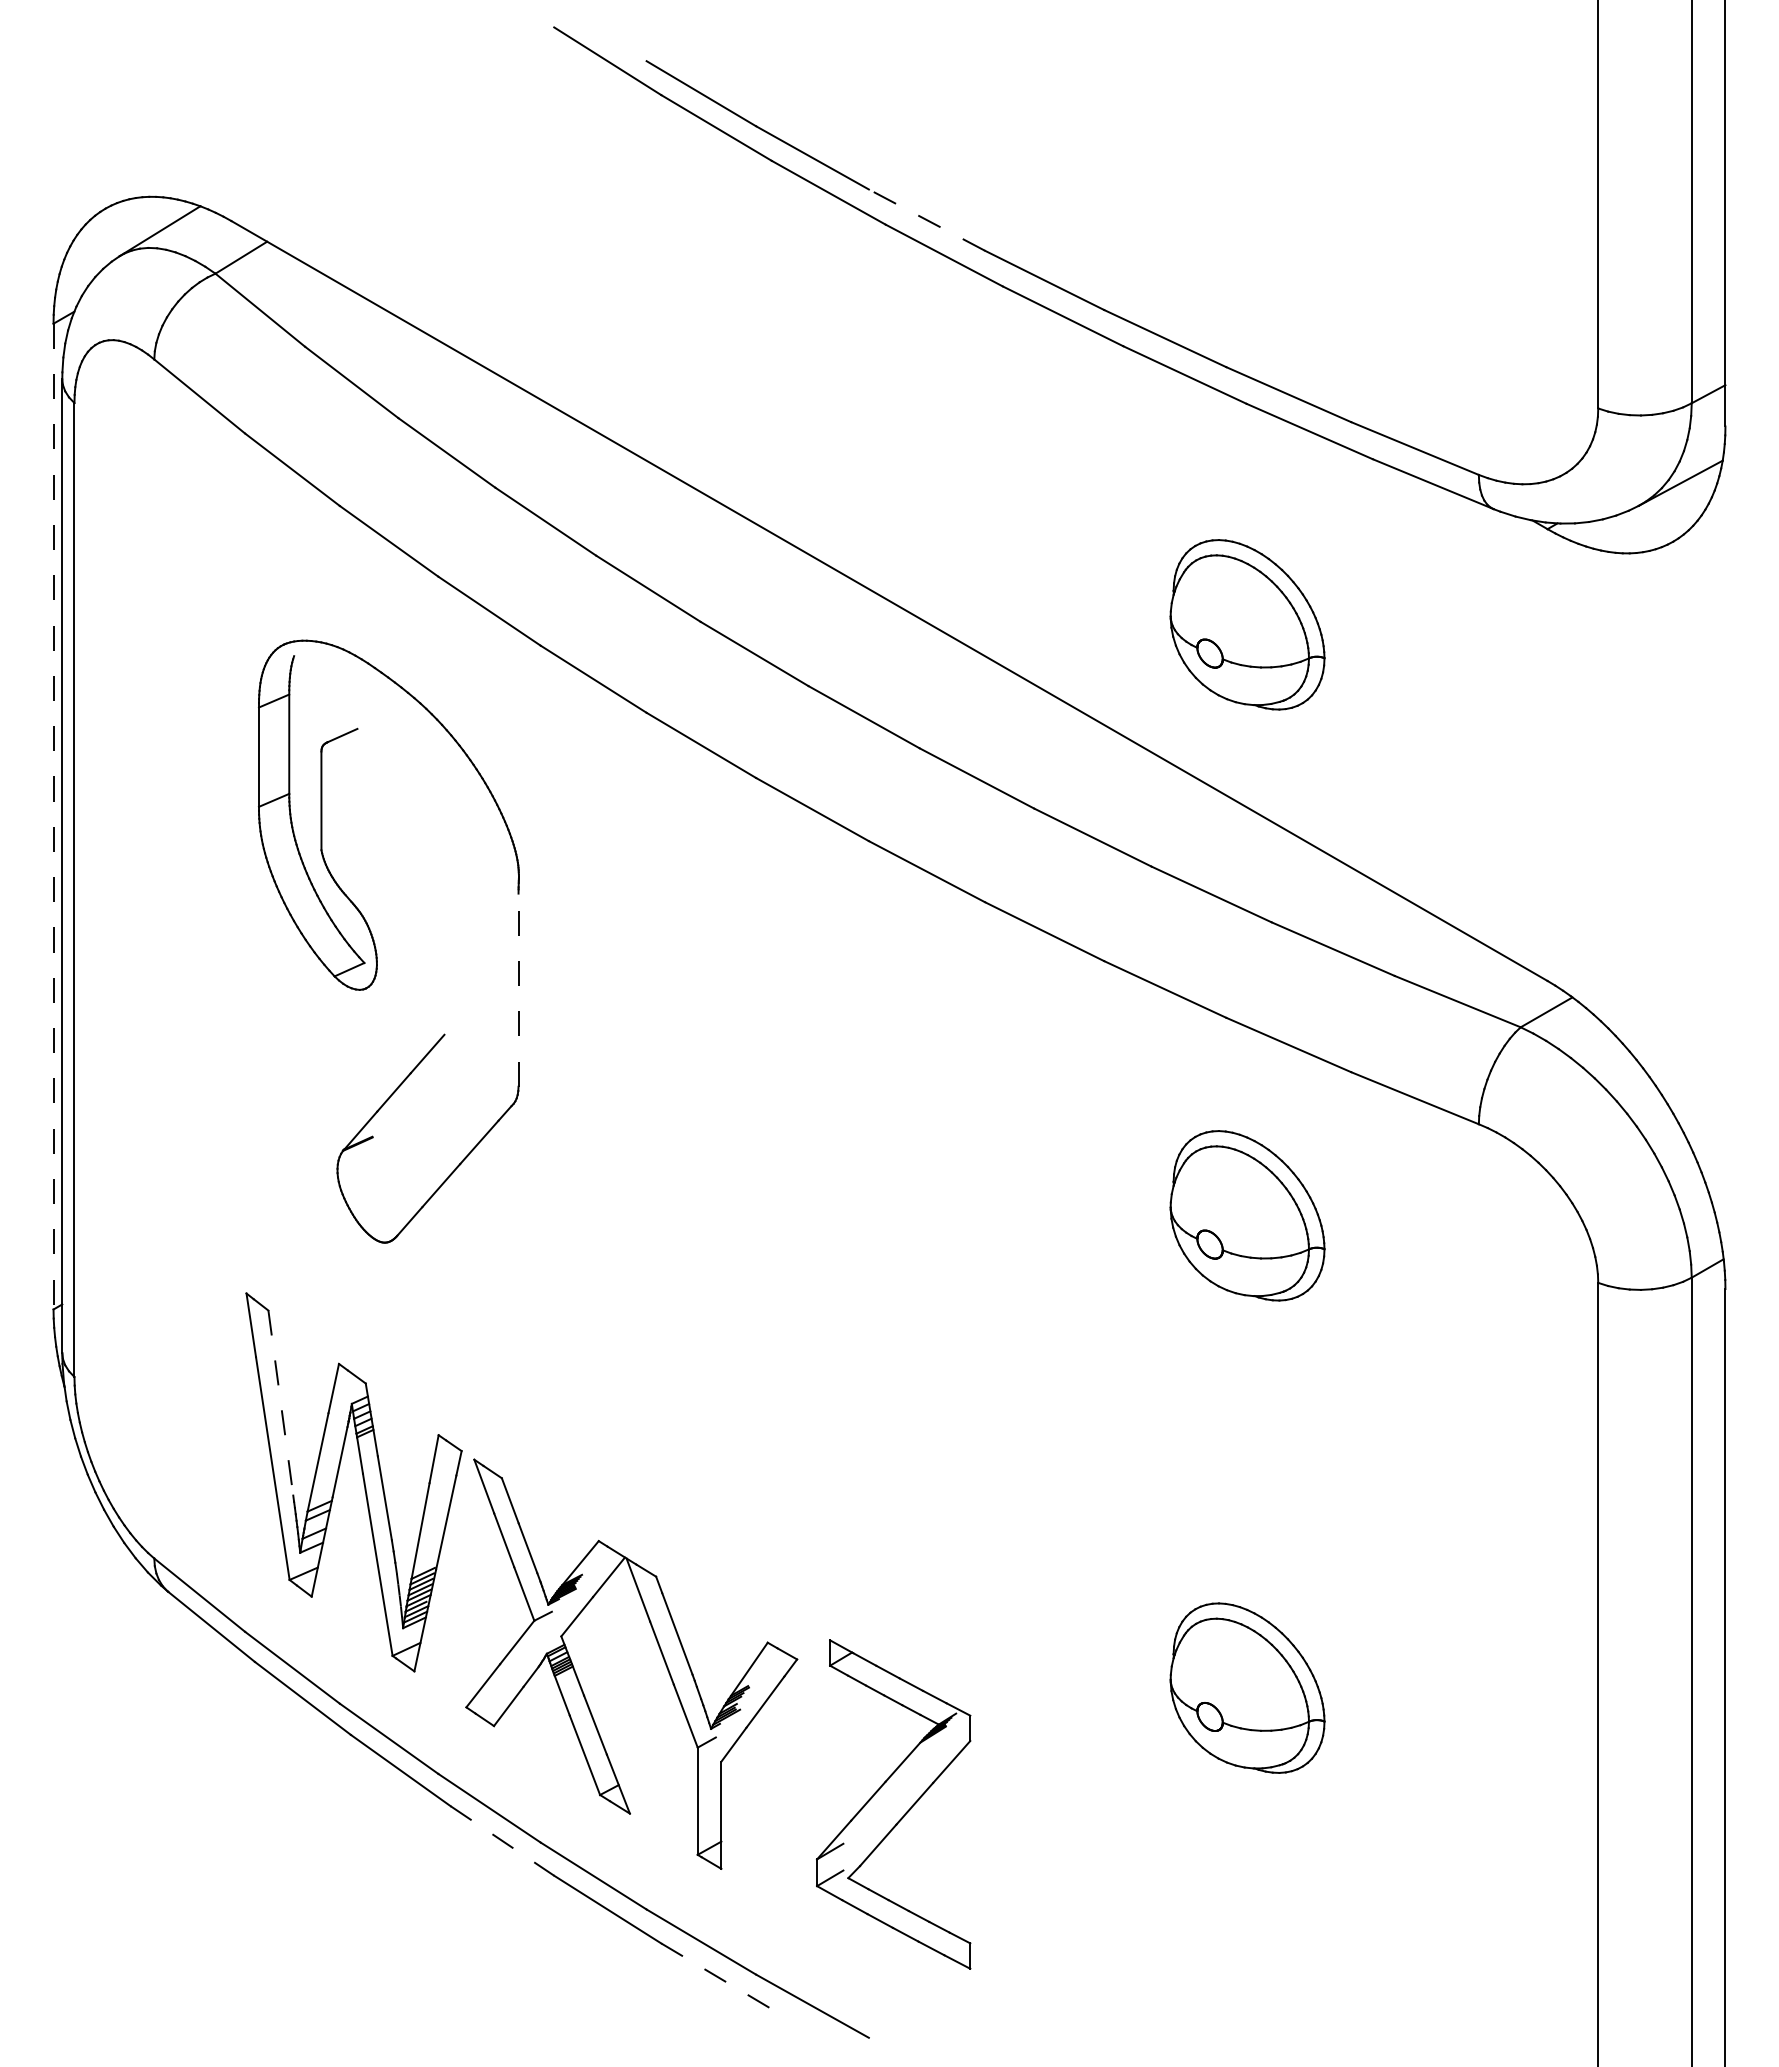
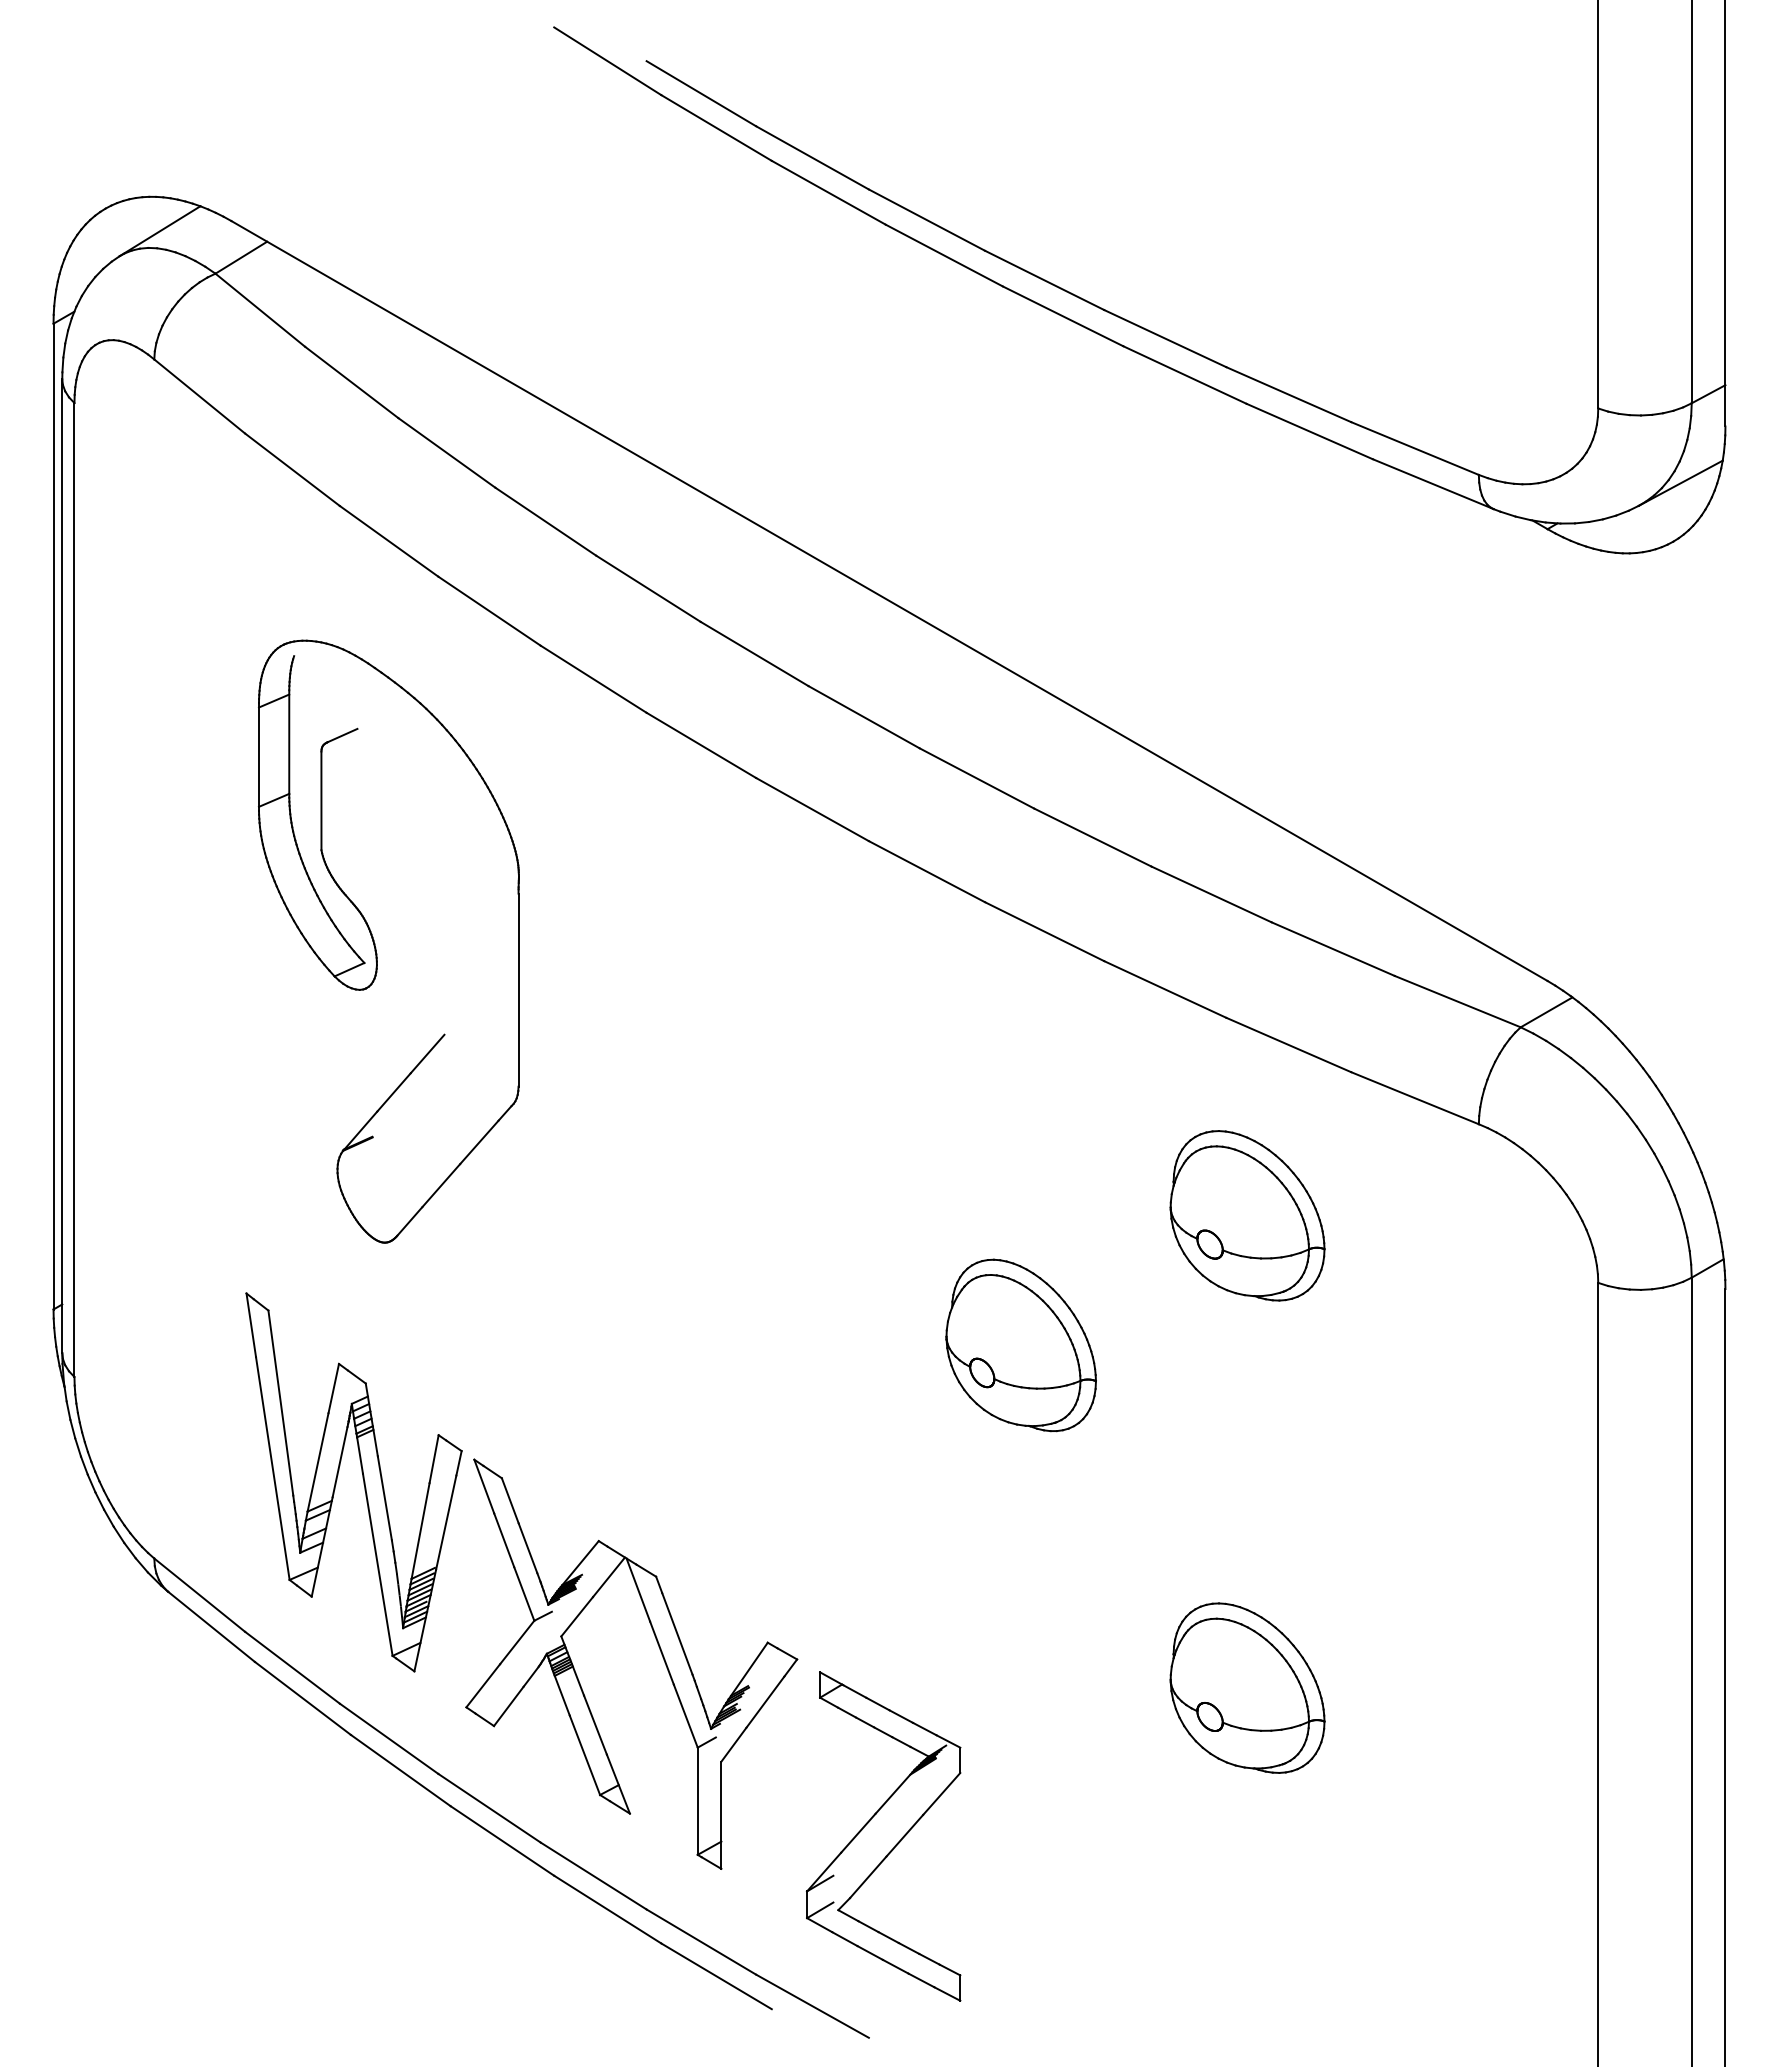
line at (926, 220): dashed -> solid
part at (1247, 624): present -> none
line at (53, 816): dashed -> solid
line at (518, 990): dashed -> solid
part at (1020, 1345): none -> present
line at (280, 1403): dashed -> solid
part at (893, 1804) position: (893, 1804) -> (883, 1836)
line at (502, 1841): dashed -> solid
line at (716, 1976): dashed -> solid
